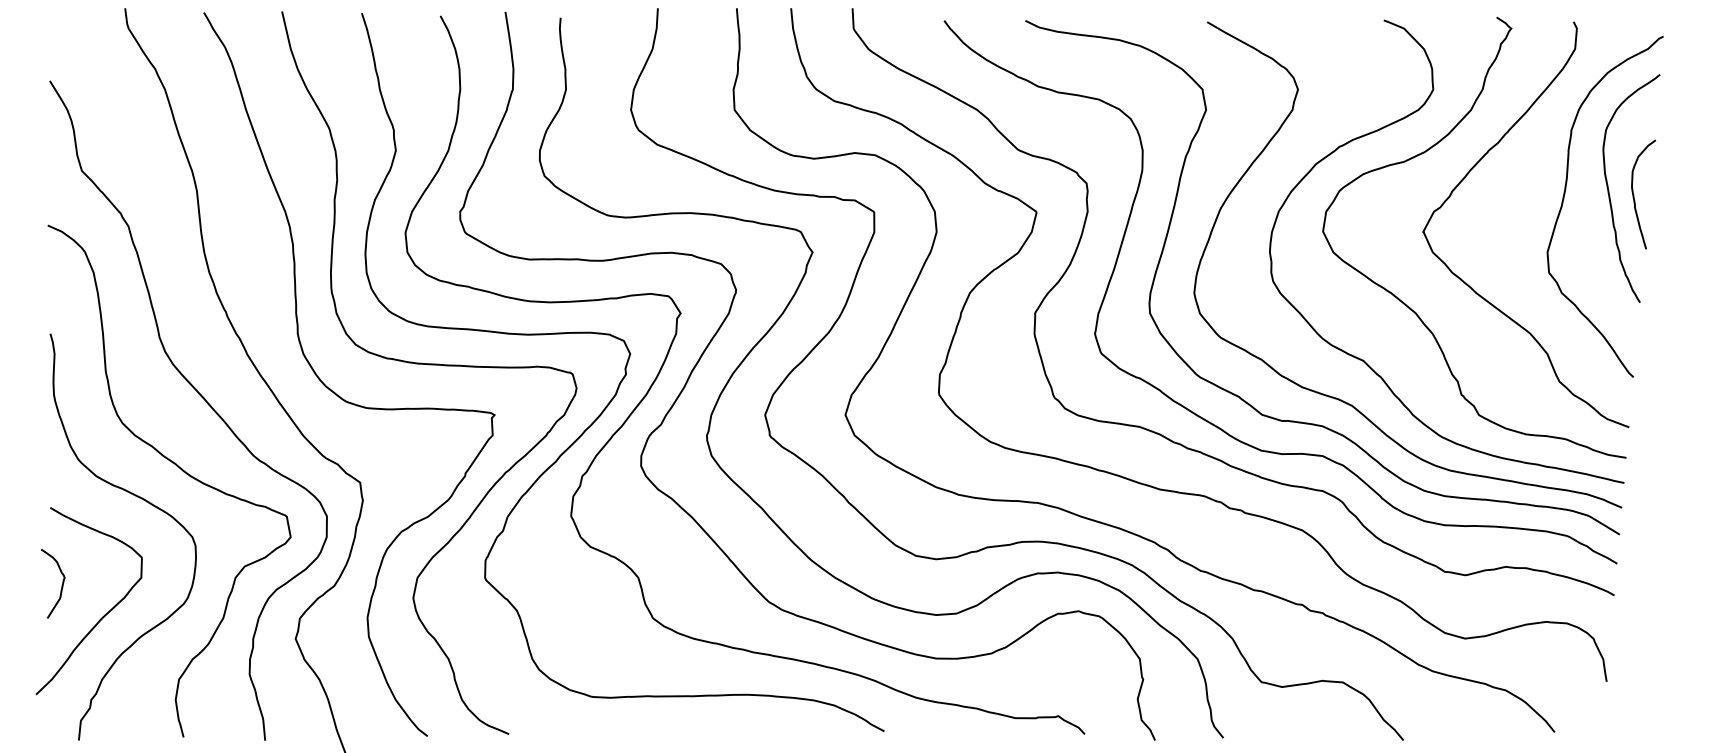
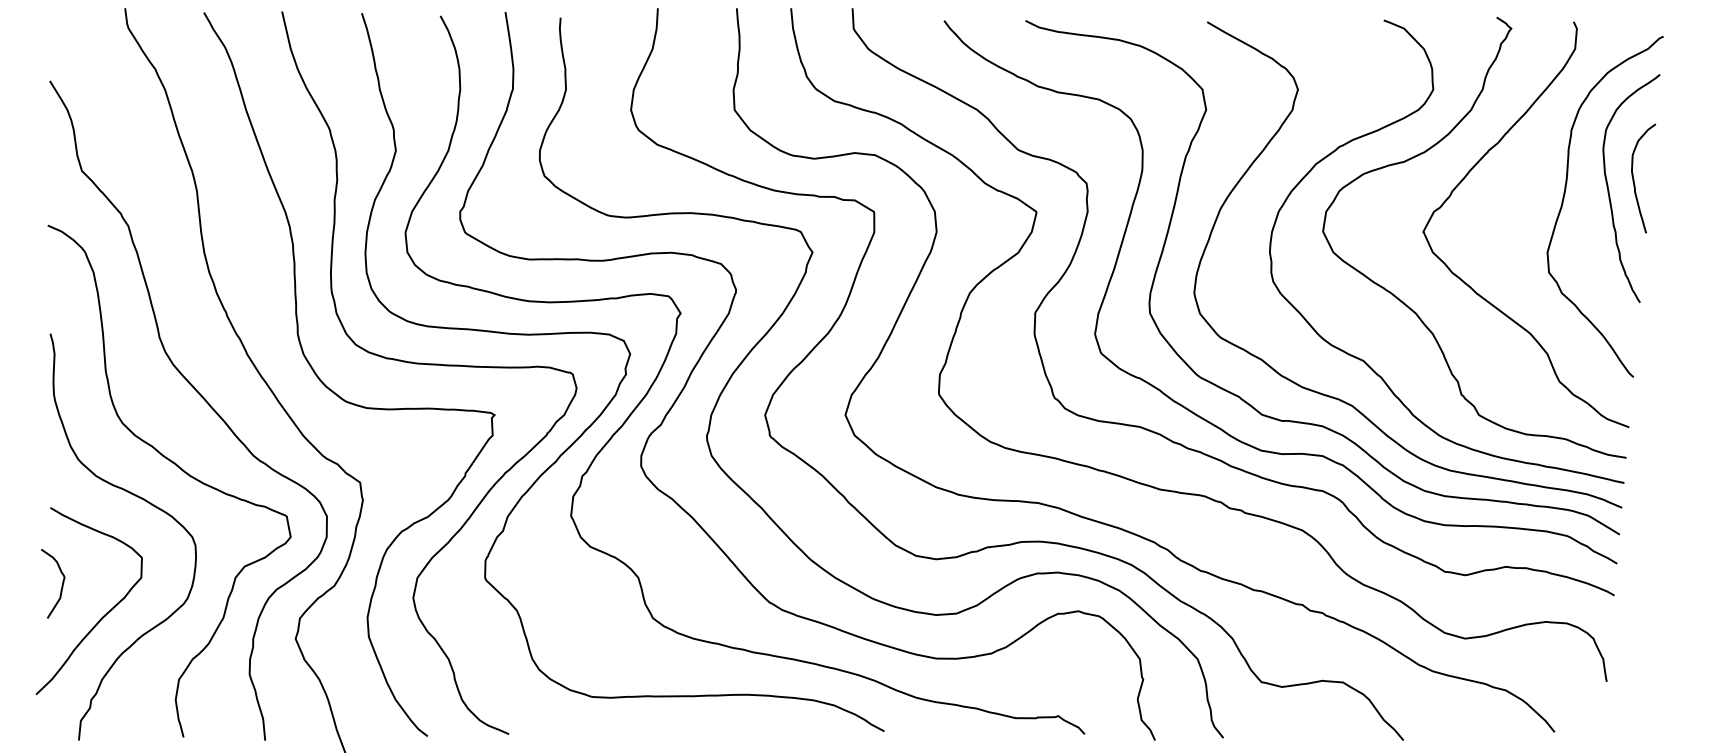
curve at (1634, 194) position: (1634, 194) -> (1634, 178)
